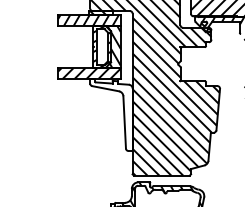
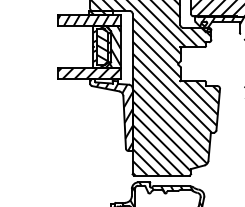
hatch at (102, 46): none -> present
hatch at (111, 114): none -> present
